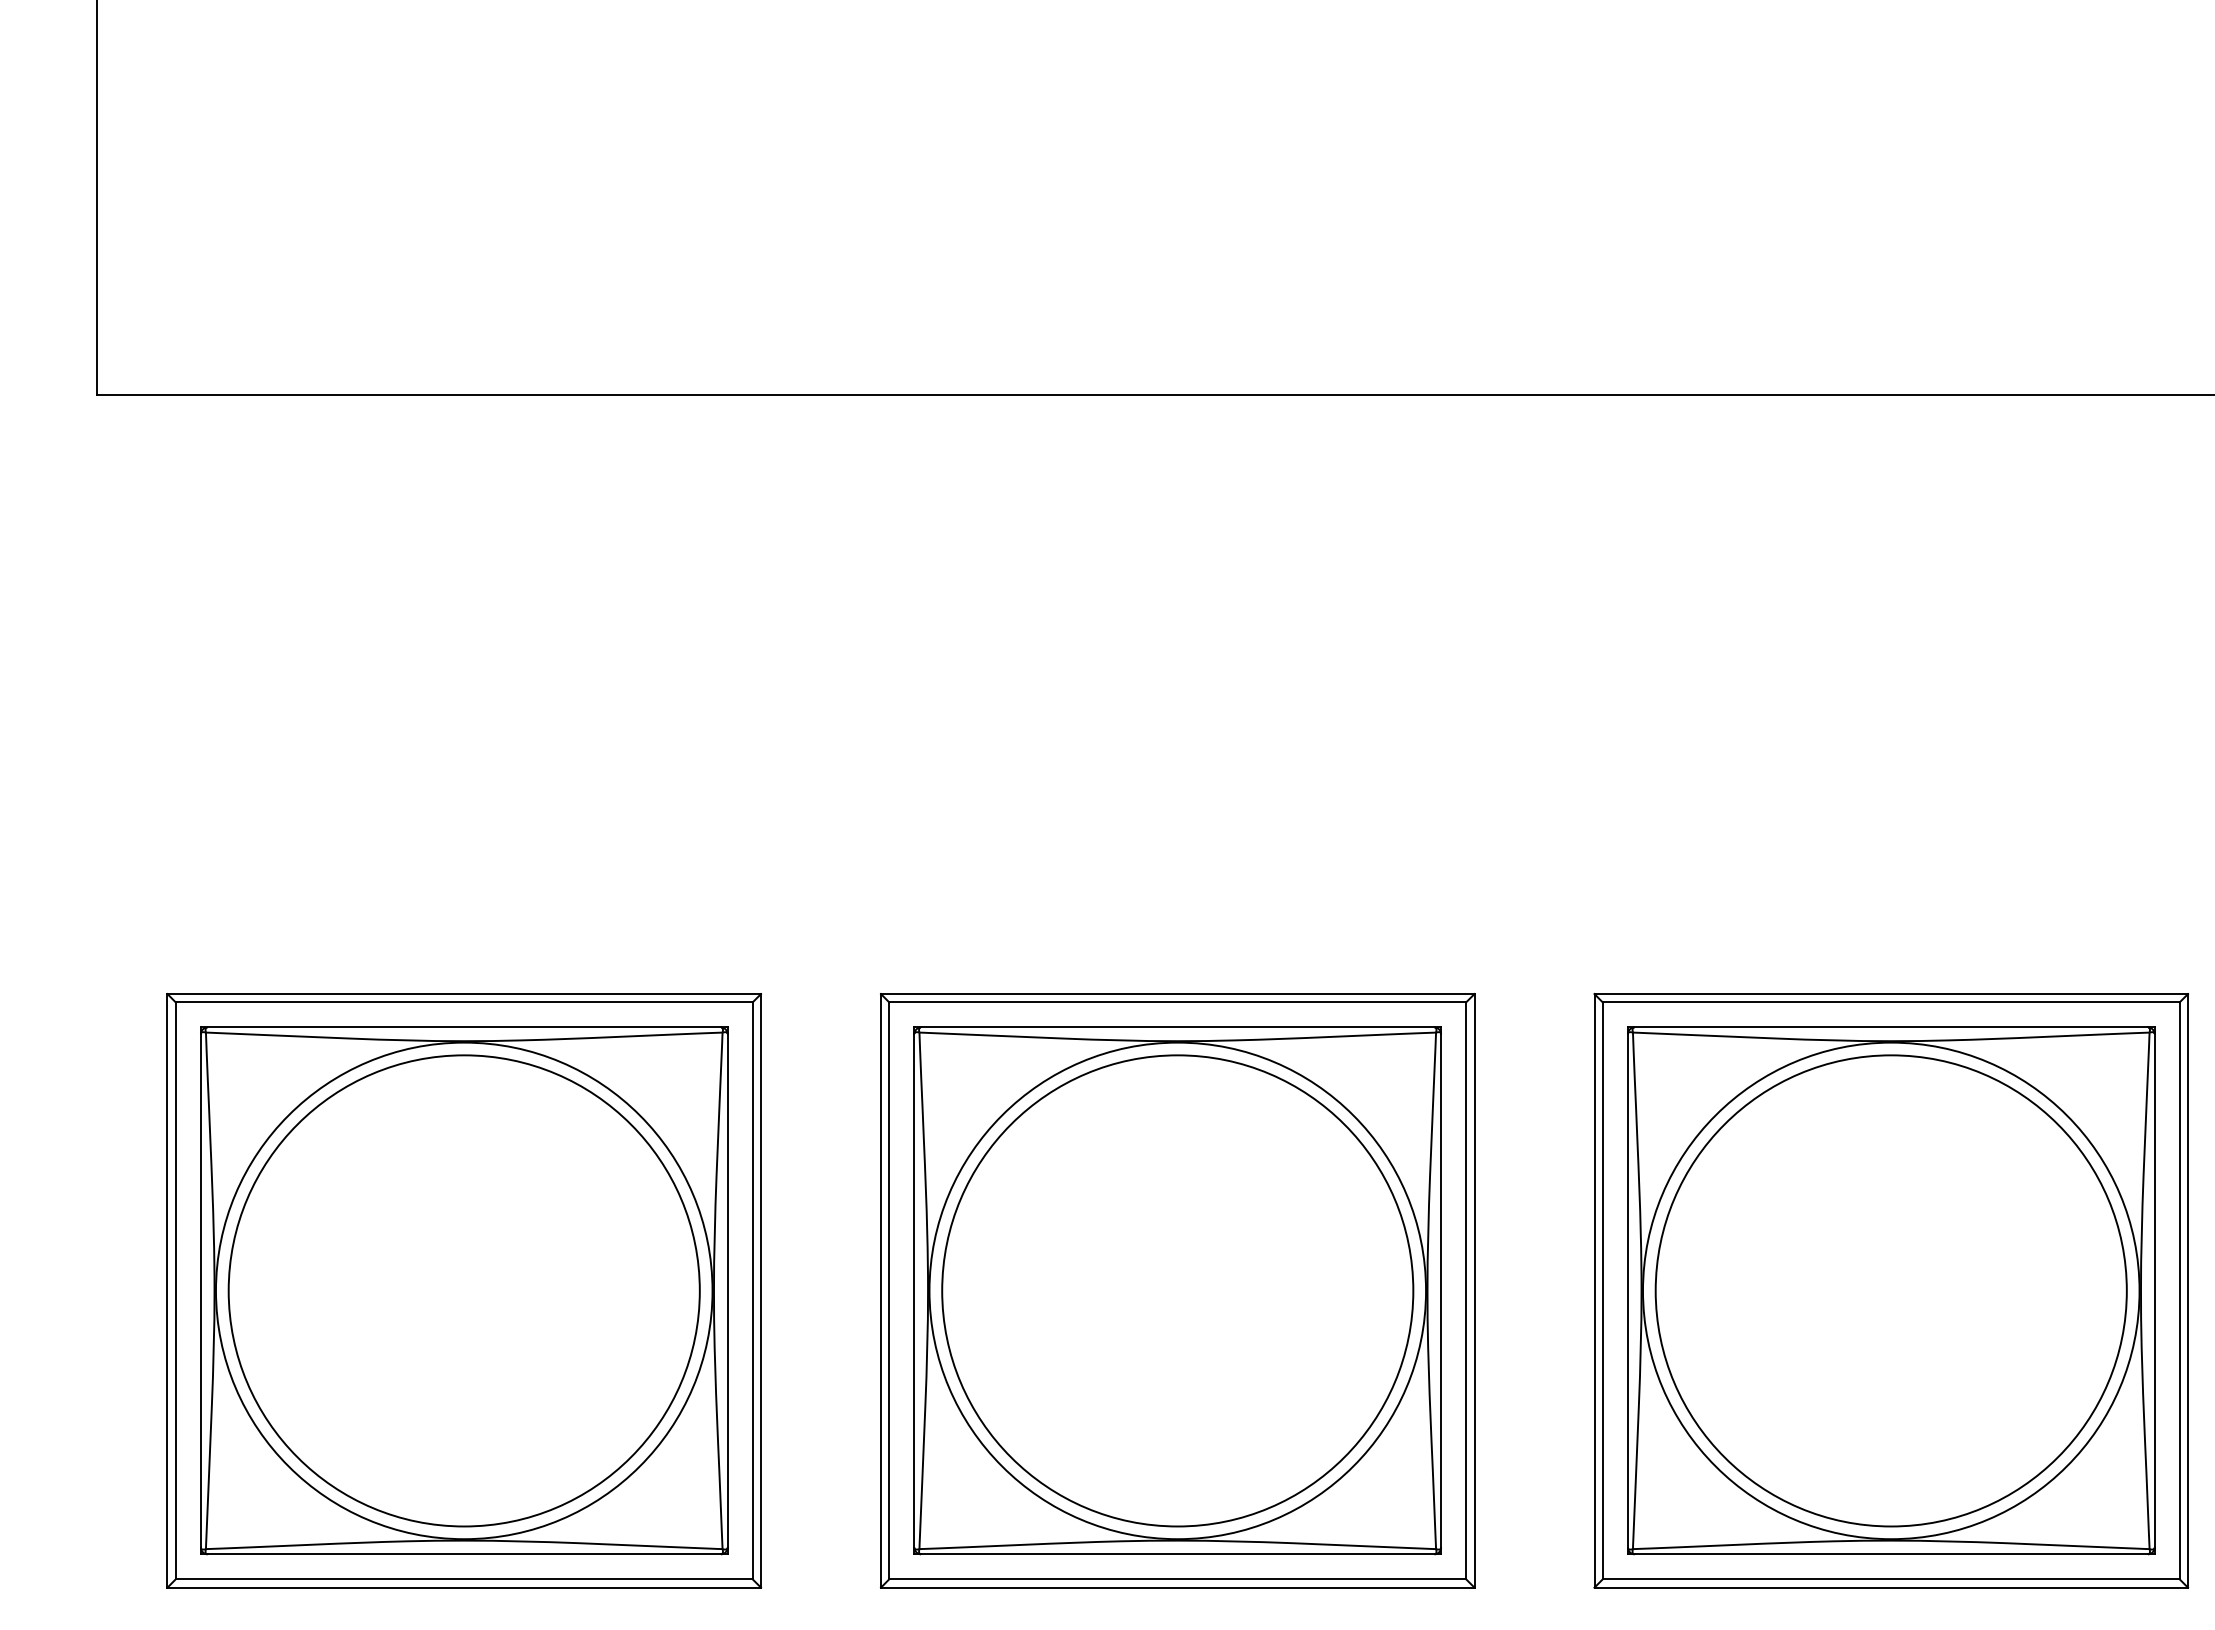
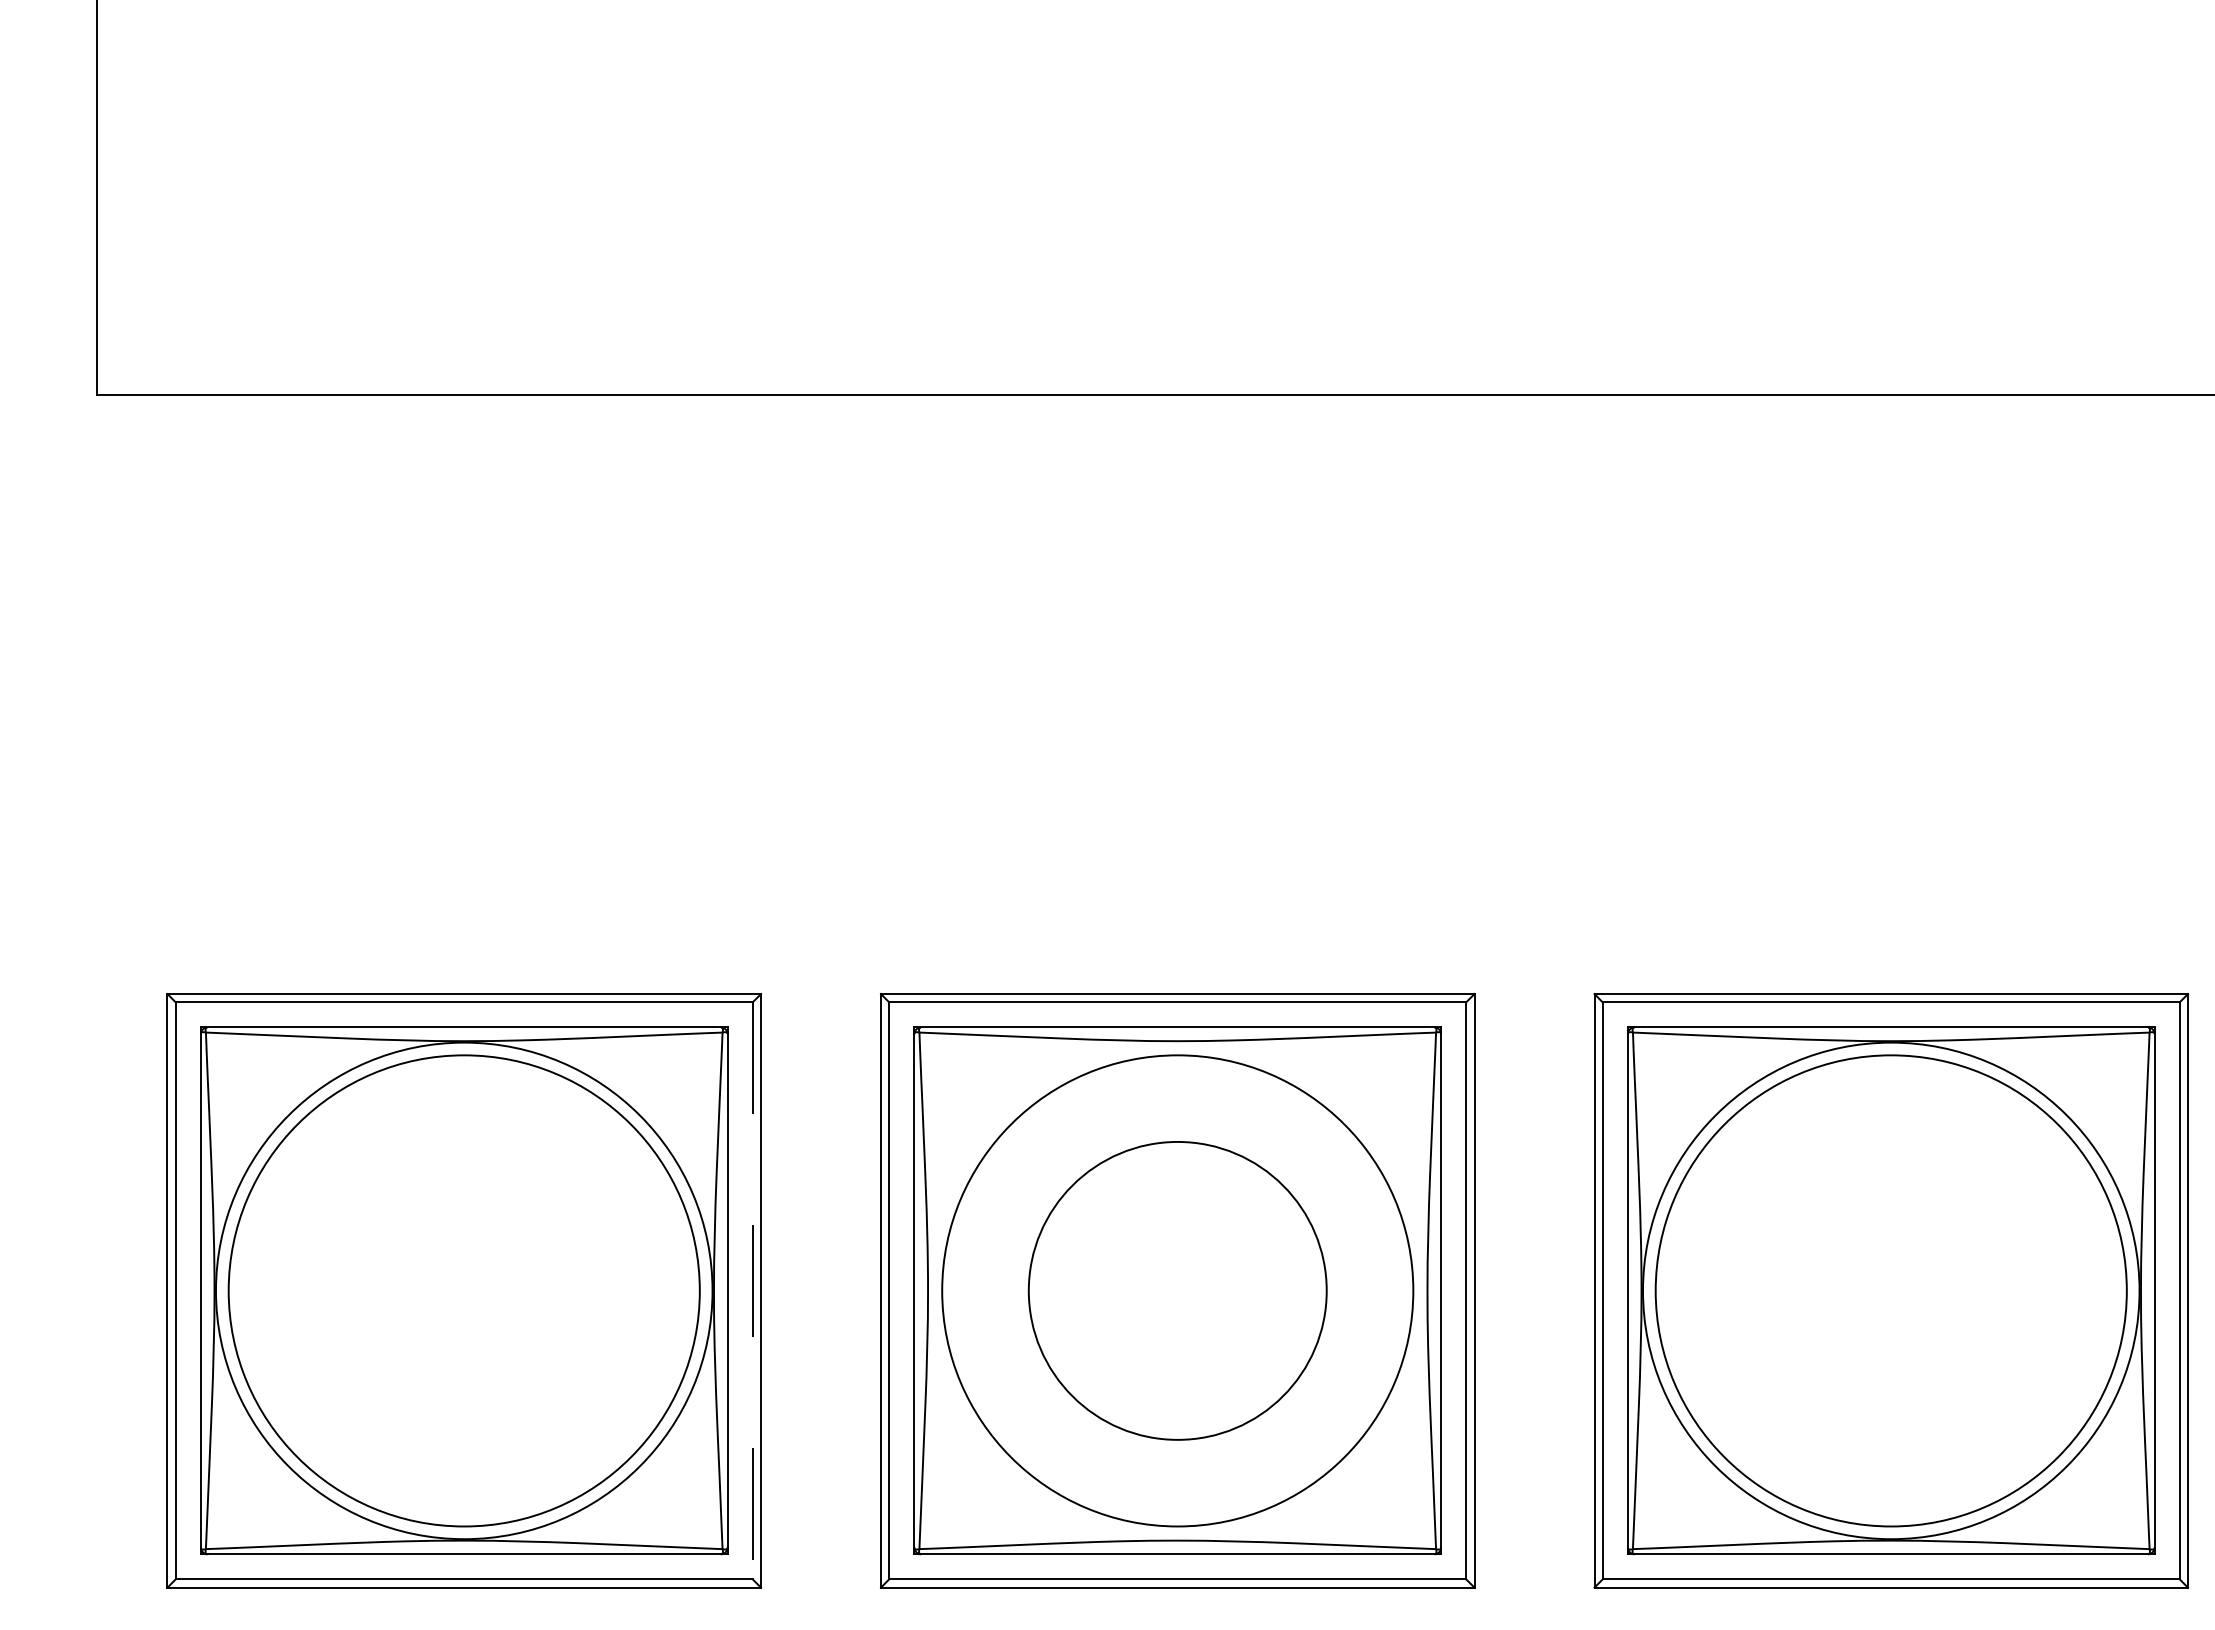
line at (752, 1290): solid -> dashed
circle at (1177, 1290) diameter: 497 px -> 298 px
